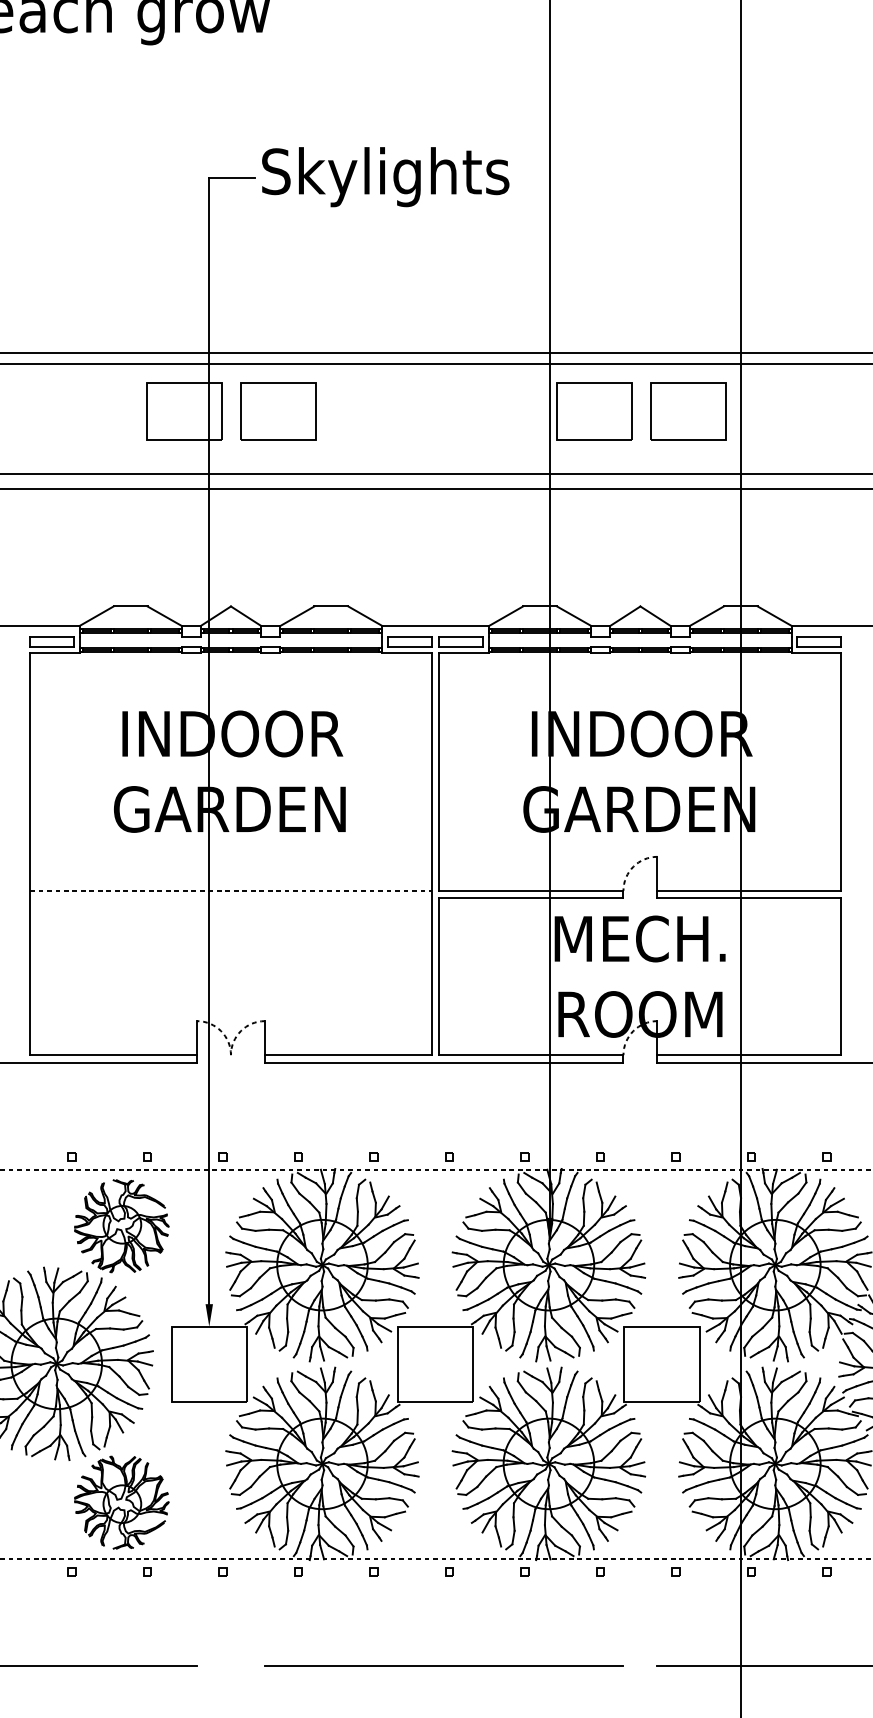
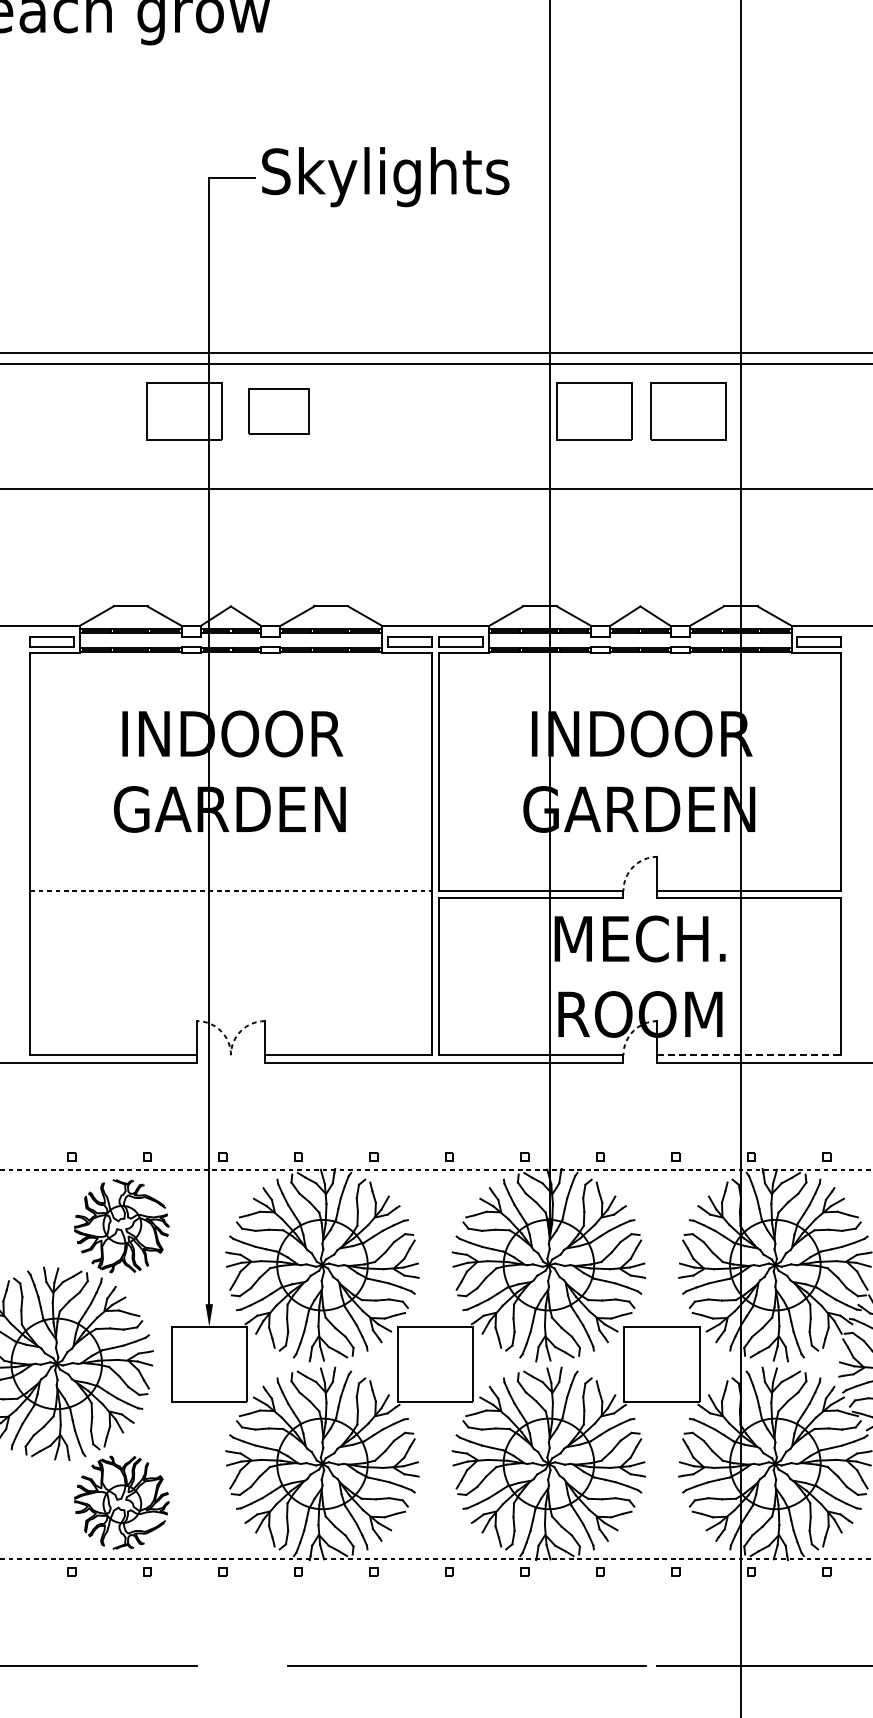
part at (278, 411) size: 77x59 px -> 62x47 px
line at (435, 473): present -> none
line at (749, 1055): solid -> dashed
line at (443, 1665) position: (443, 1665) -> (466, 1665)
